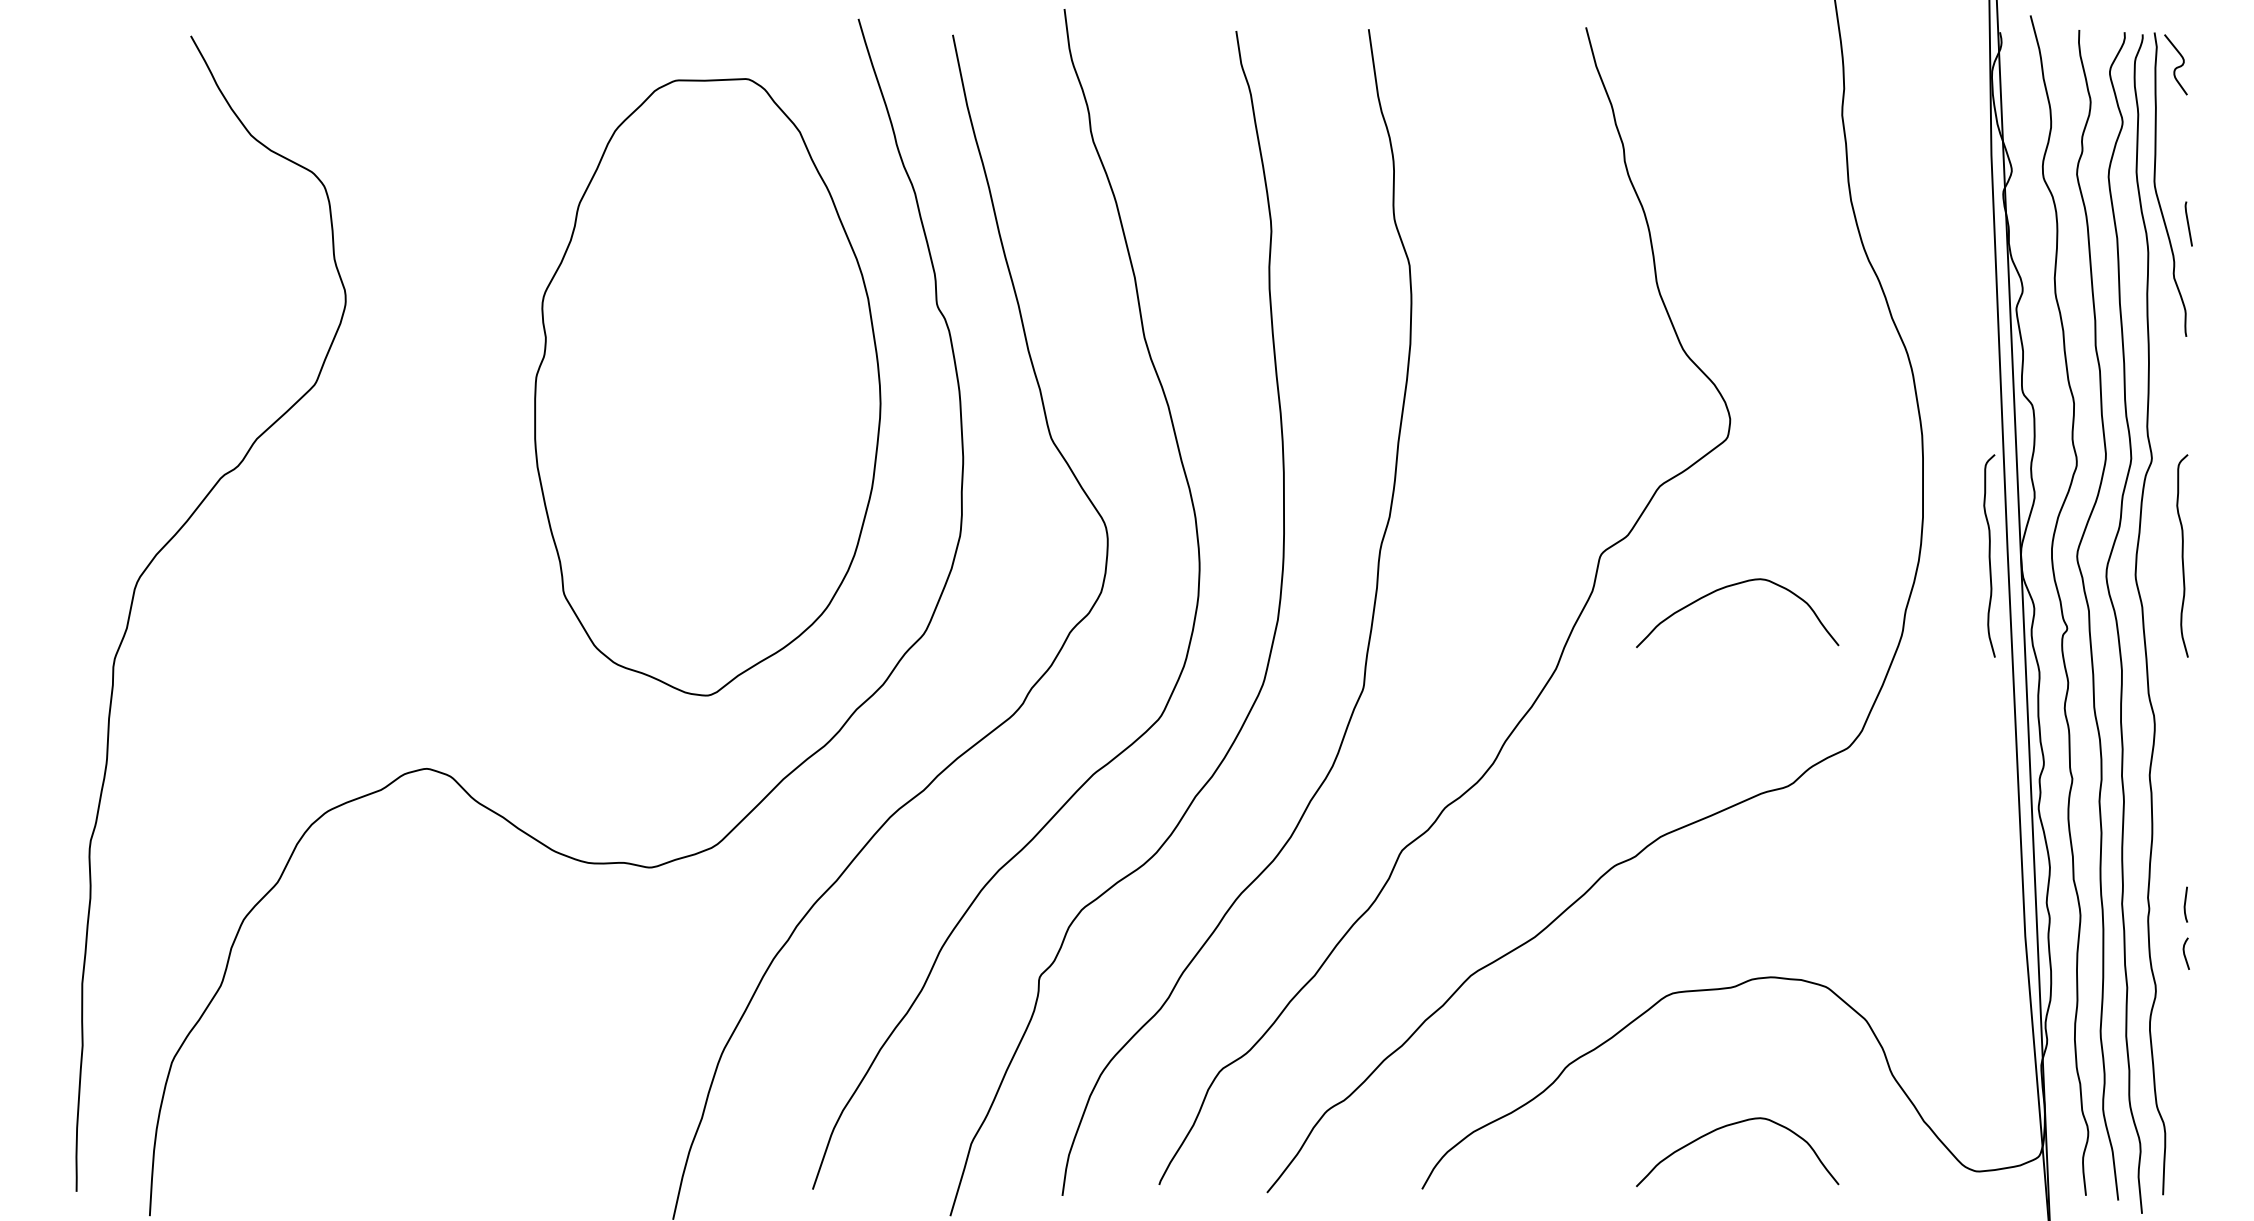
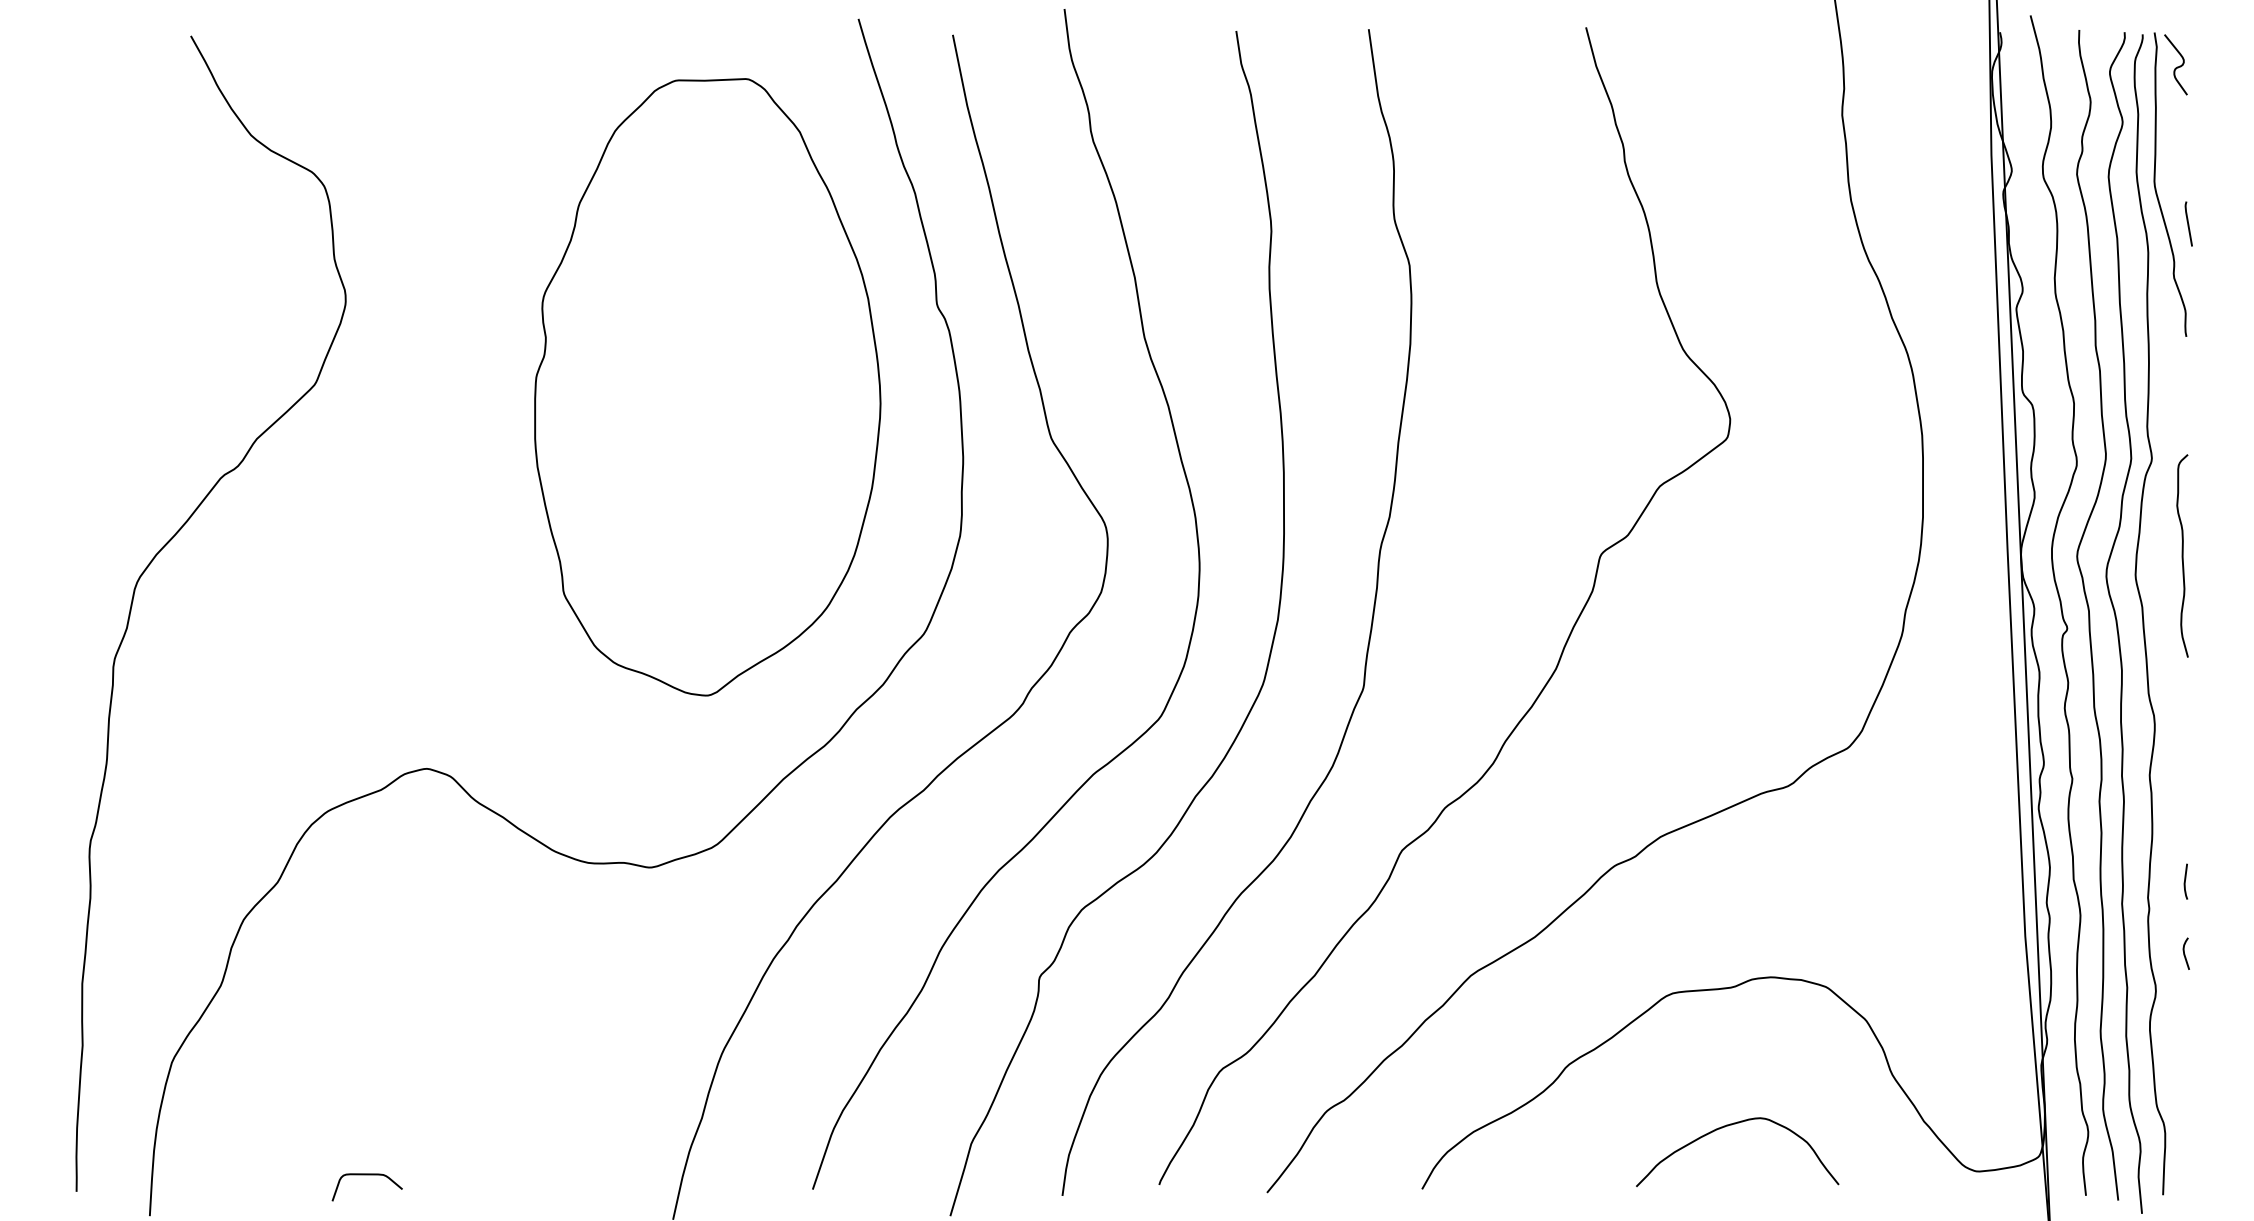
curve at (1989, 555): present -> none
curve at (1728, 587): present -> none
line at (2185, 904) position: (2185, 904) -> (2185, 881)
curve at (366, 1175): none -> present
